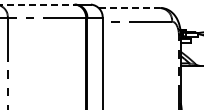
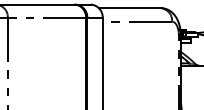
line at (37, 4): dashed -> solid
line at (129, 8): dashed -> solid
